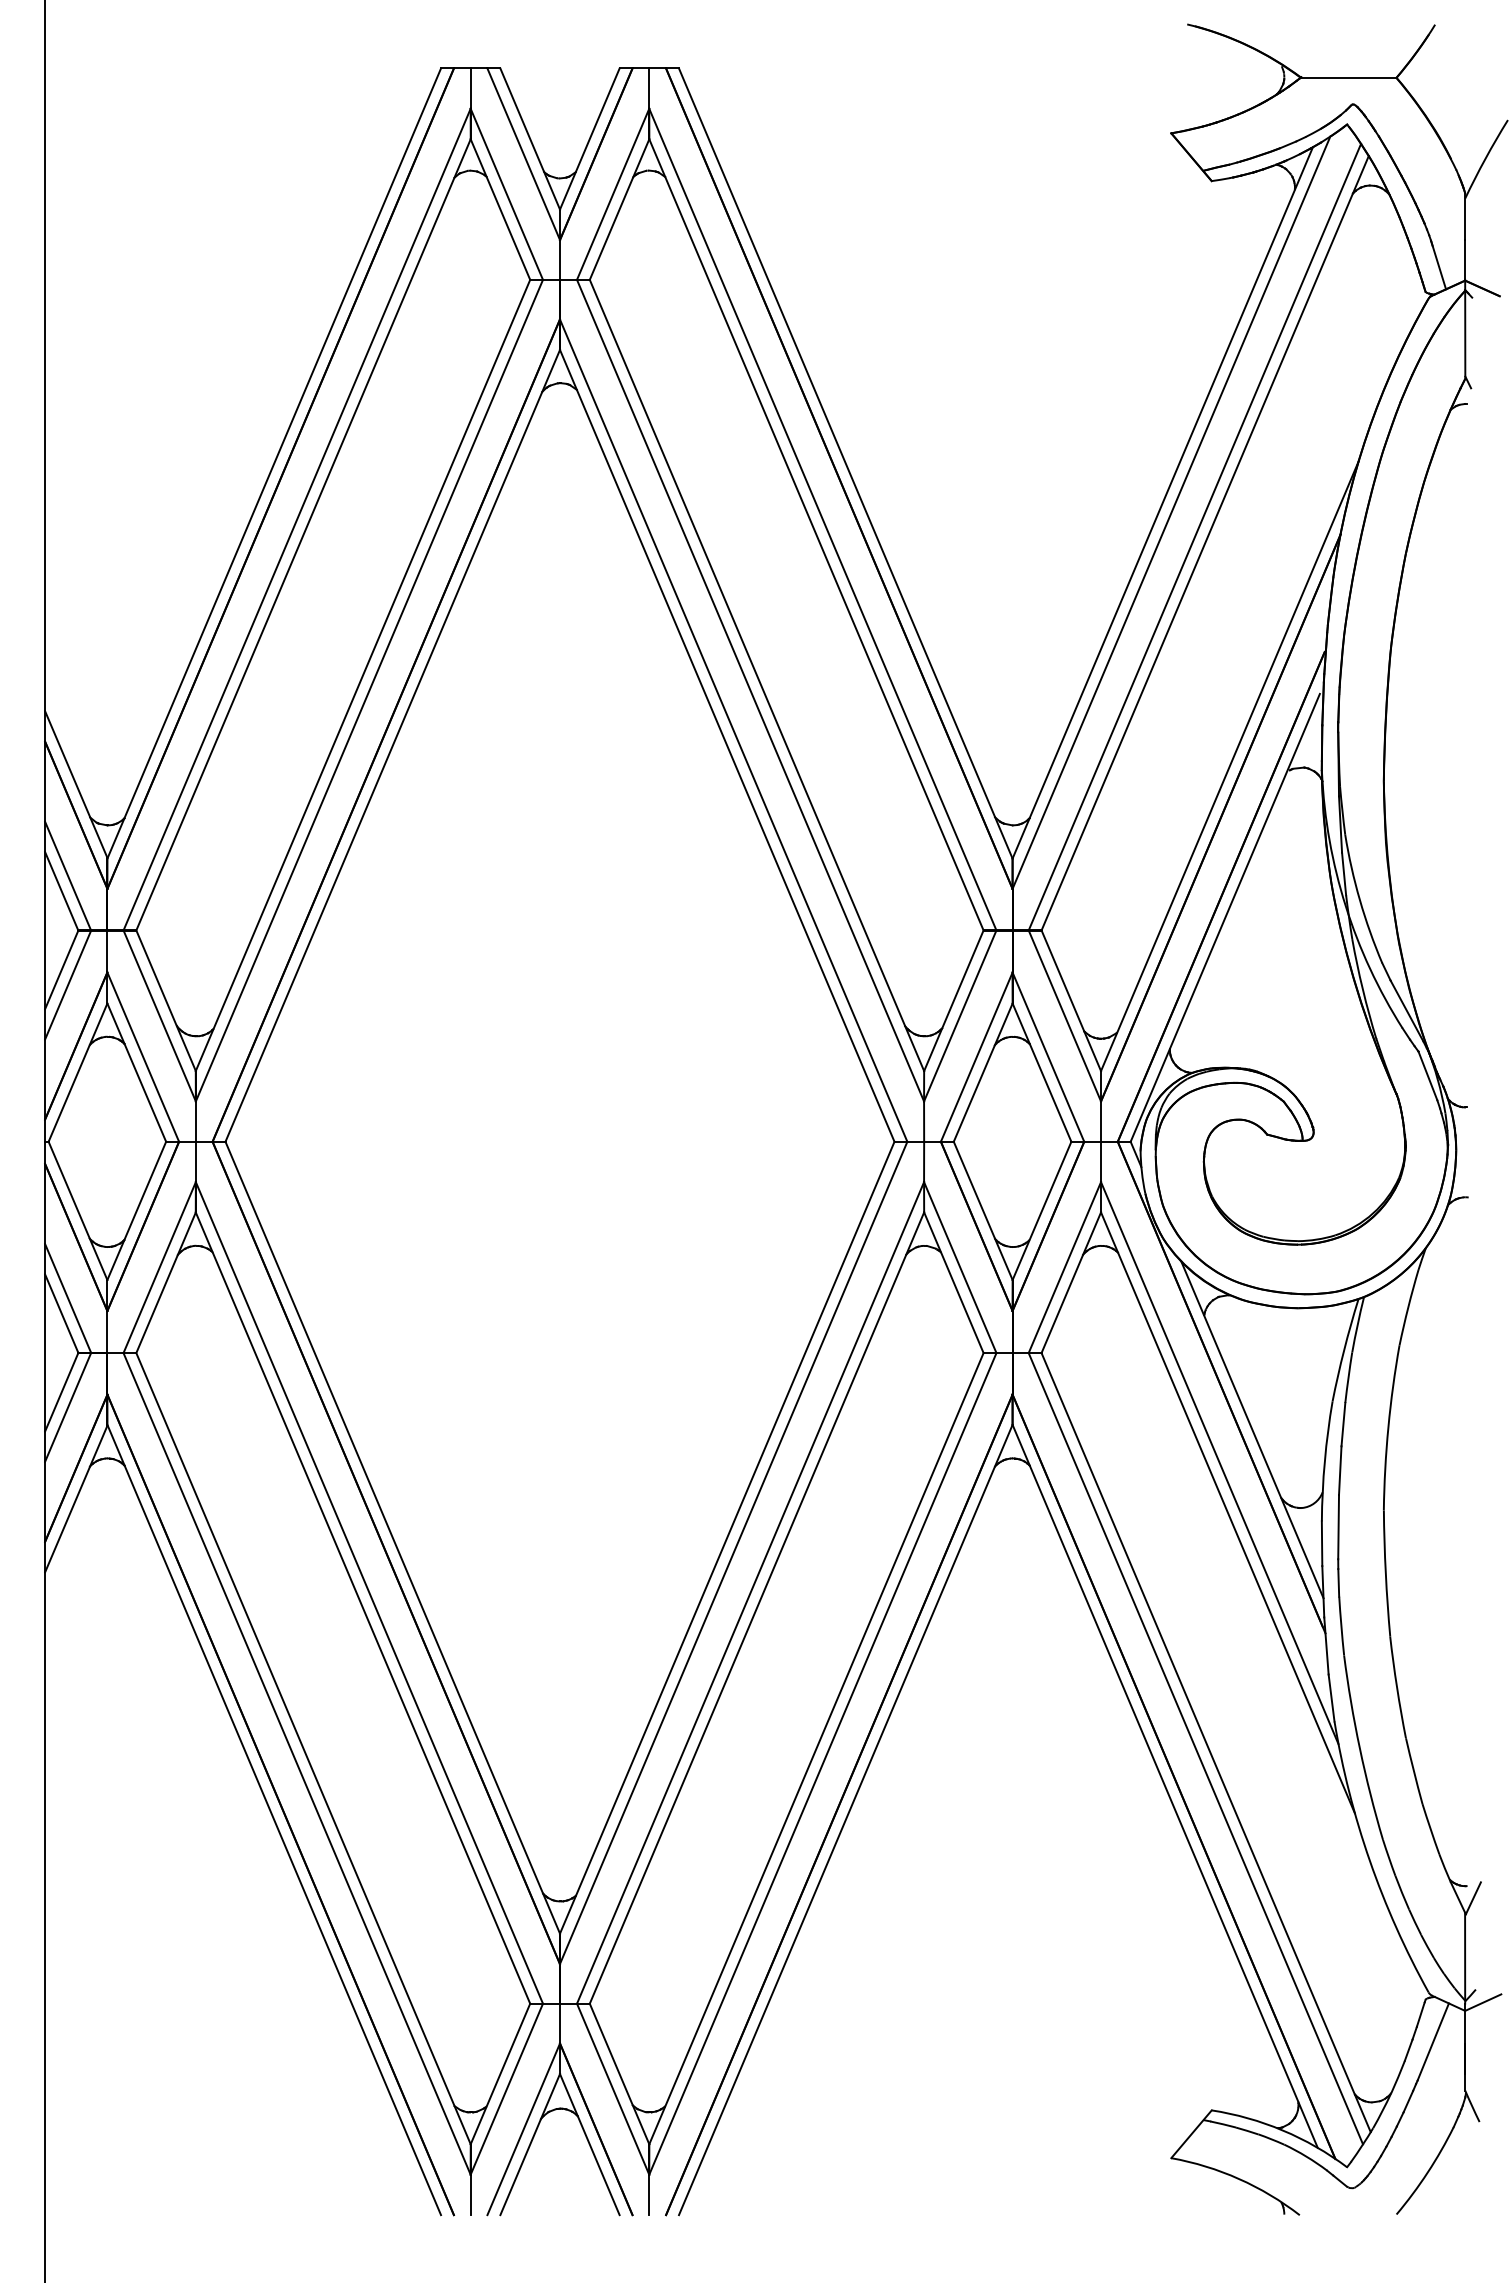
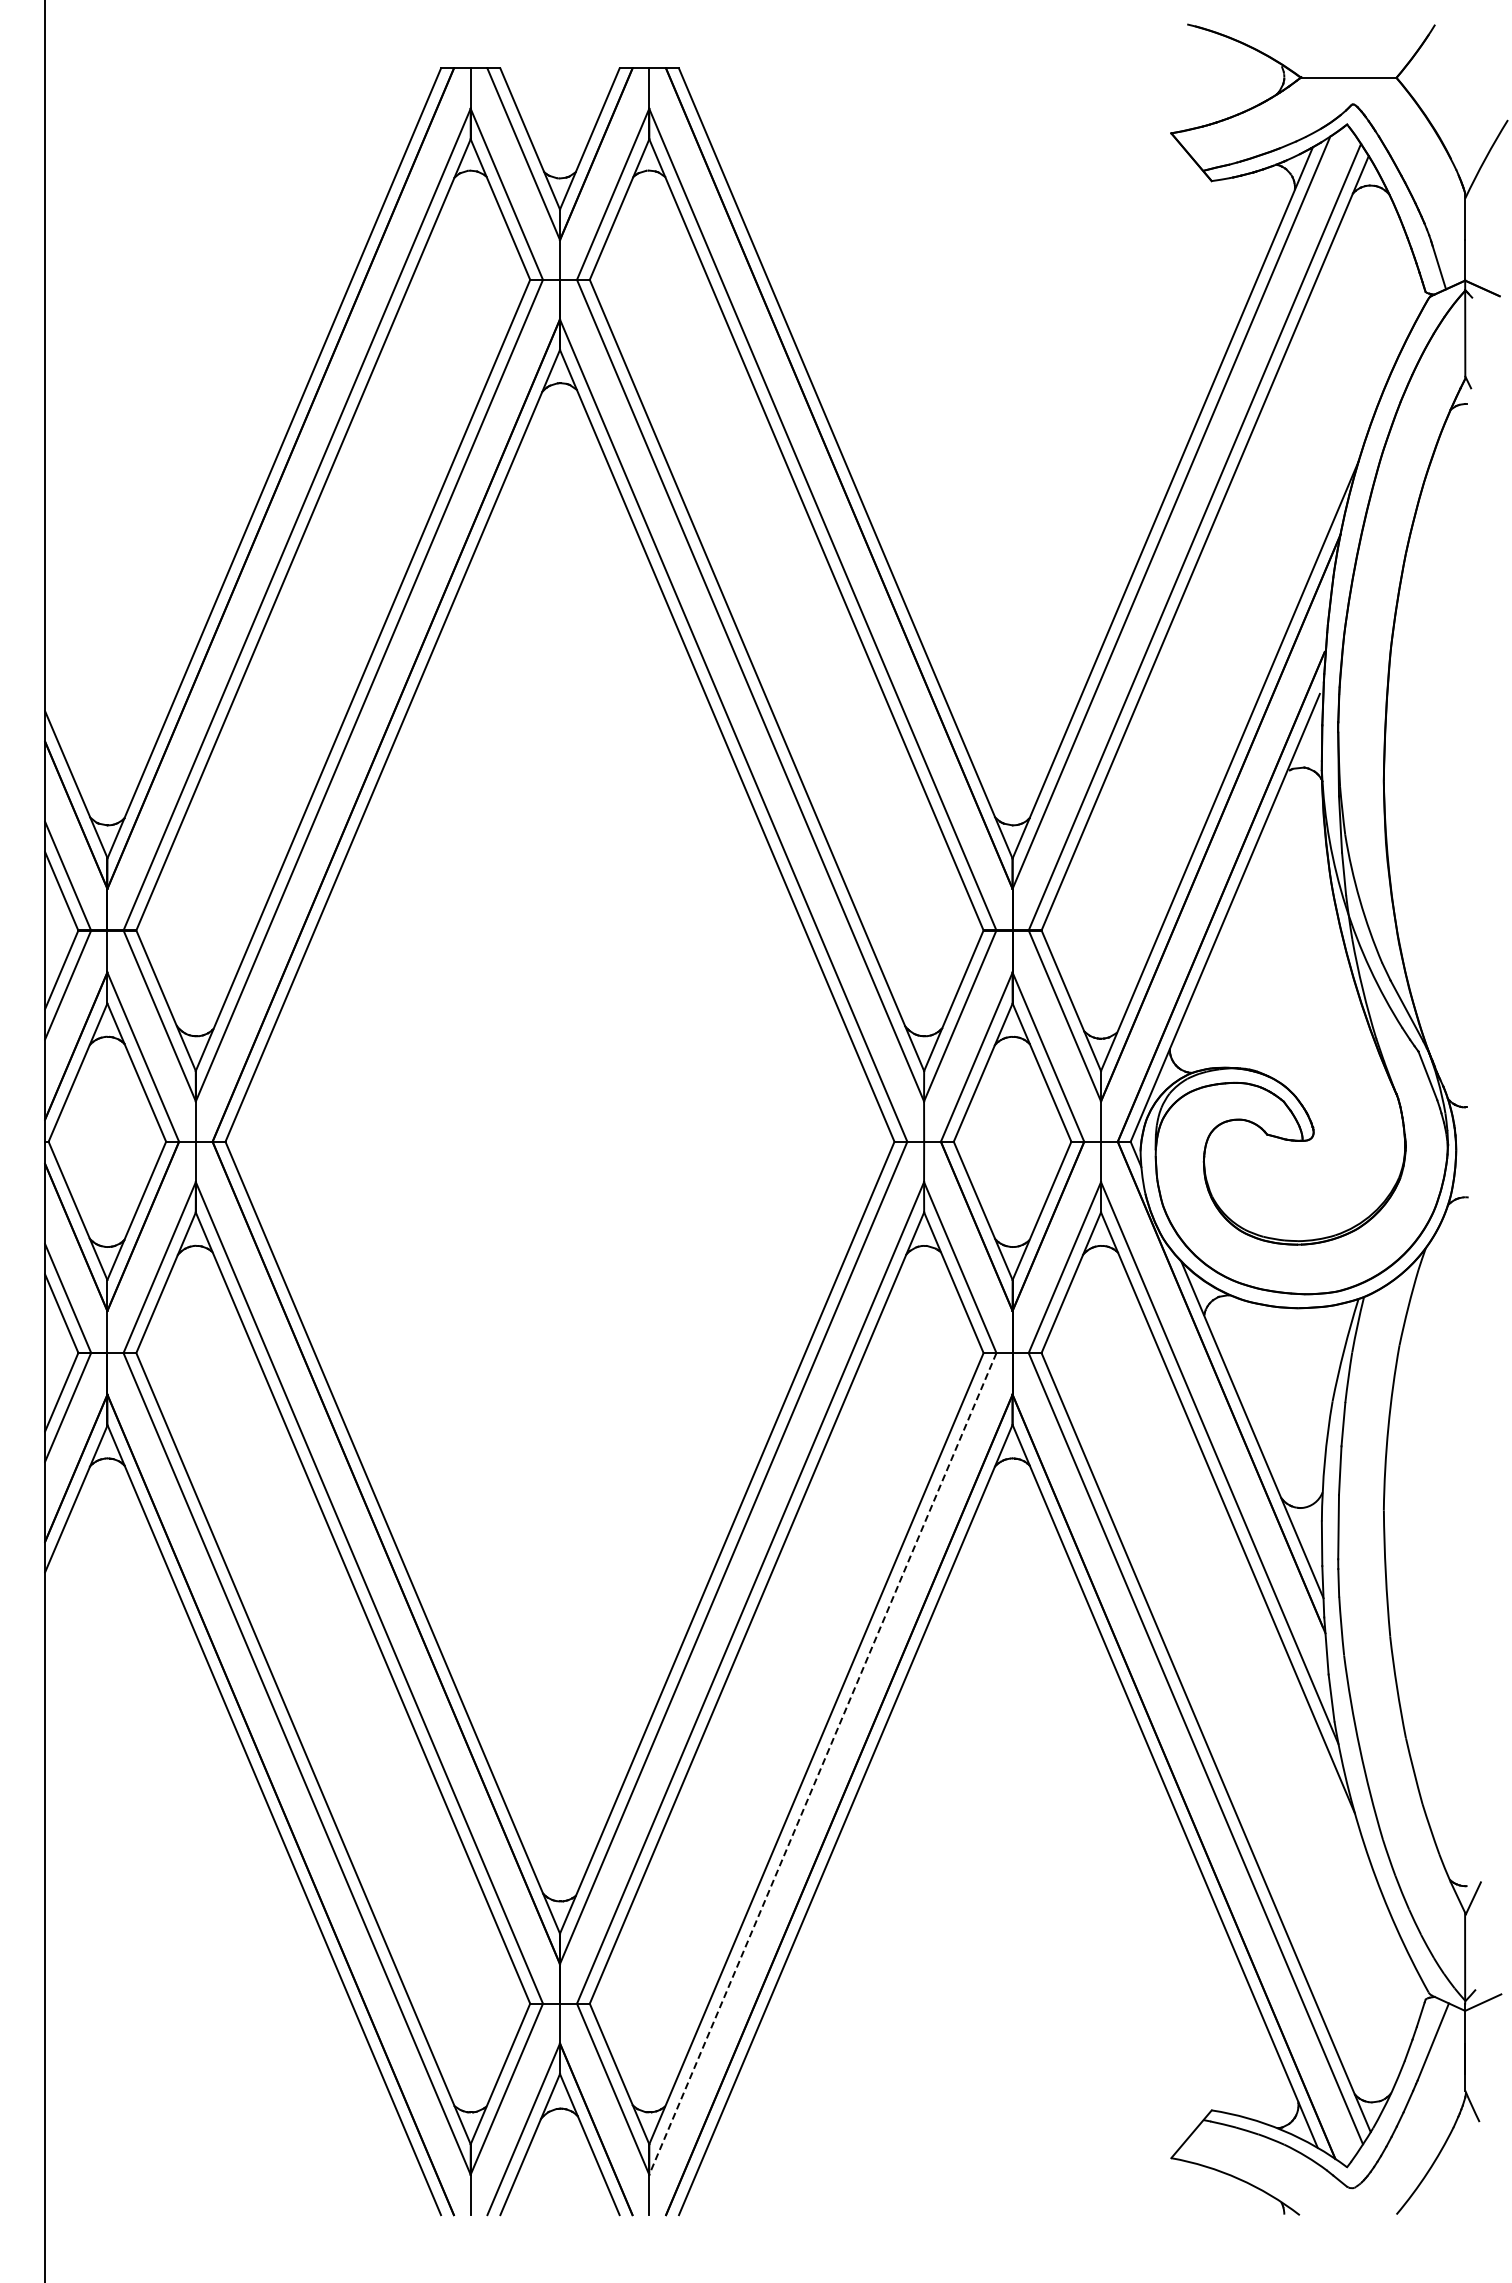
line at (822, 1764): solid -> dashed
